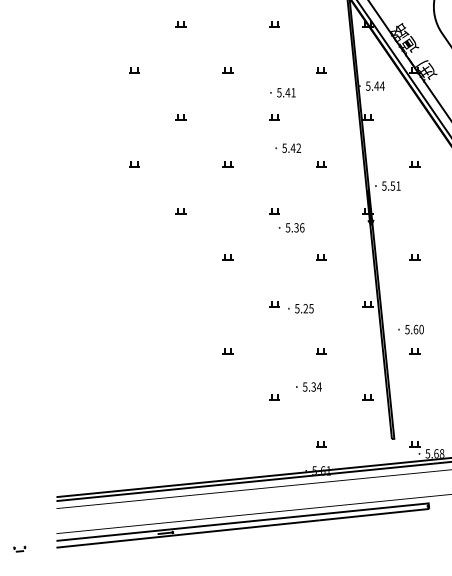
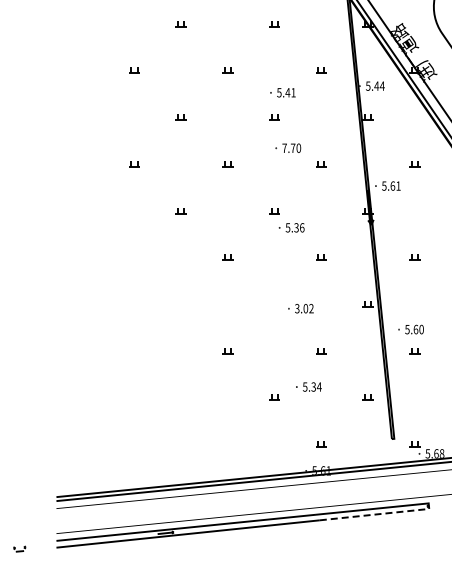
text at (291, 148): 5.42 -> 7.70
text at (392, 185): 5.51 -> 5.61
part at (274, 304): present -> none
text at (304, 308): 5.25 -> 3.02
line at (375, 514): solid -> dashed
